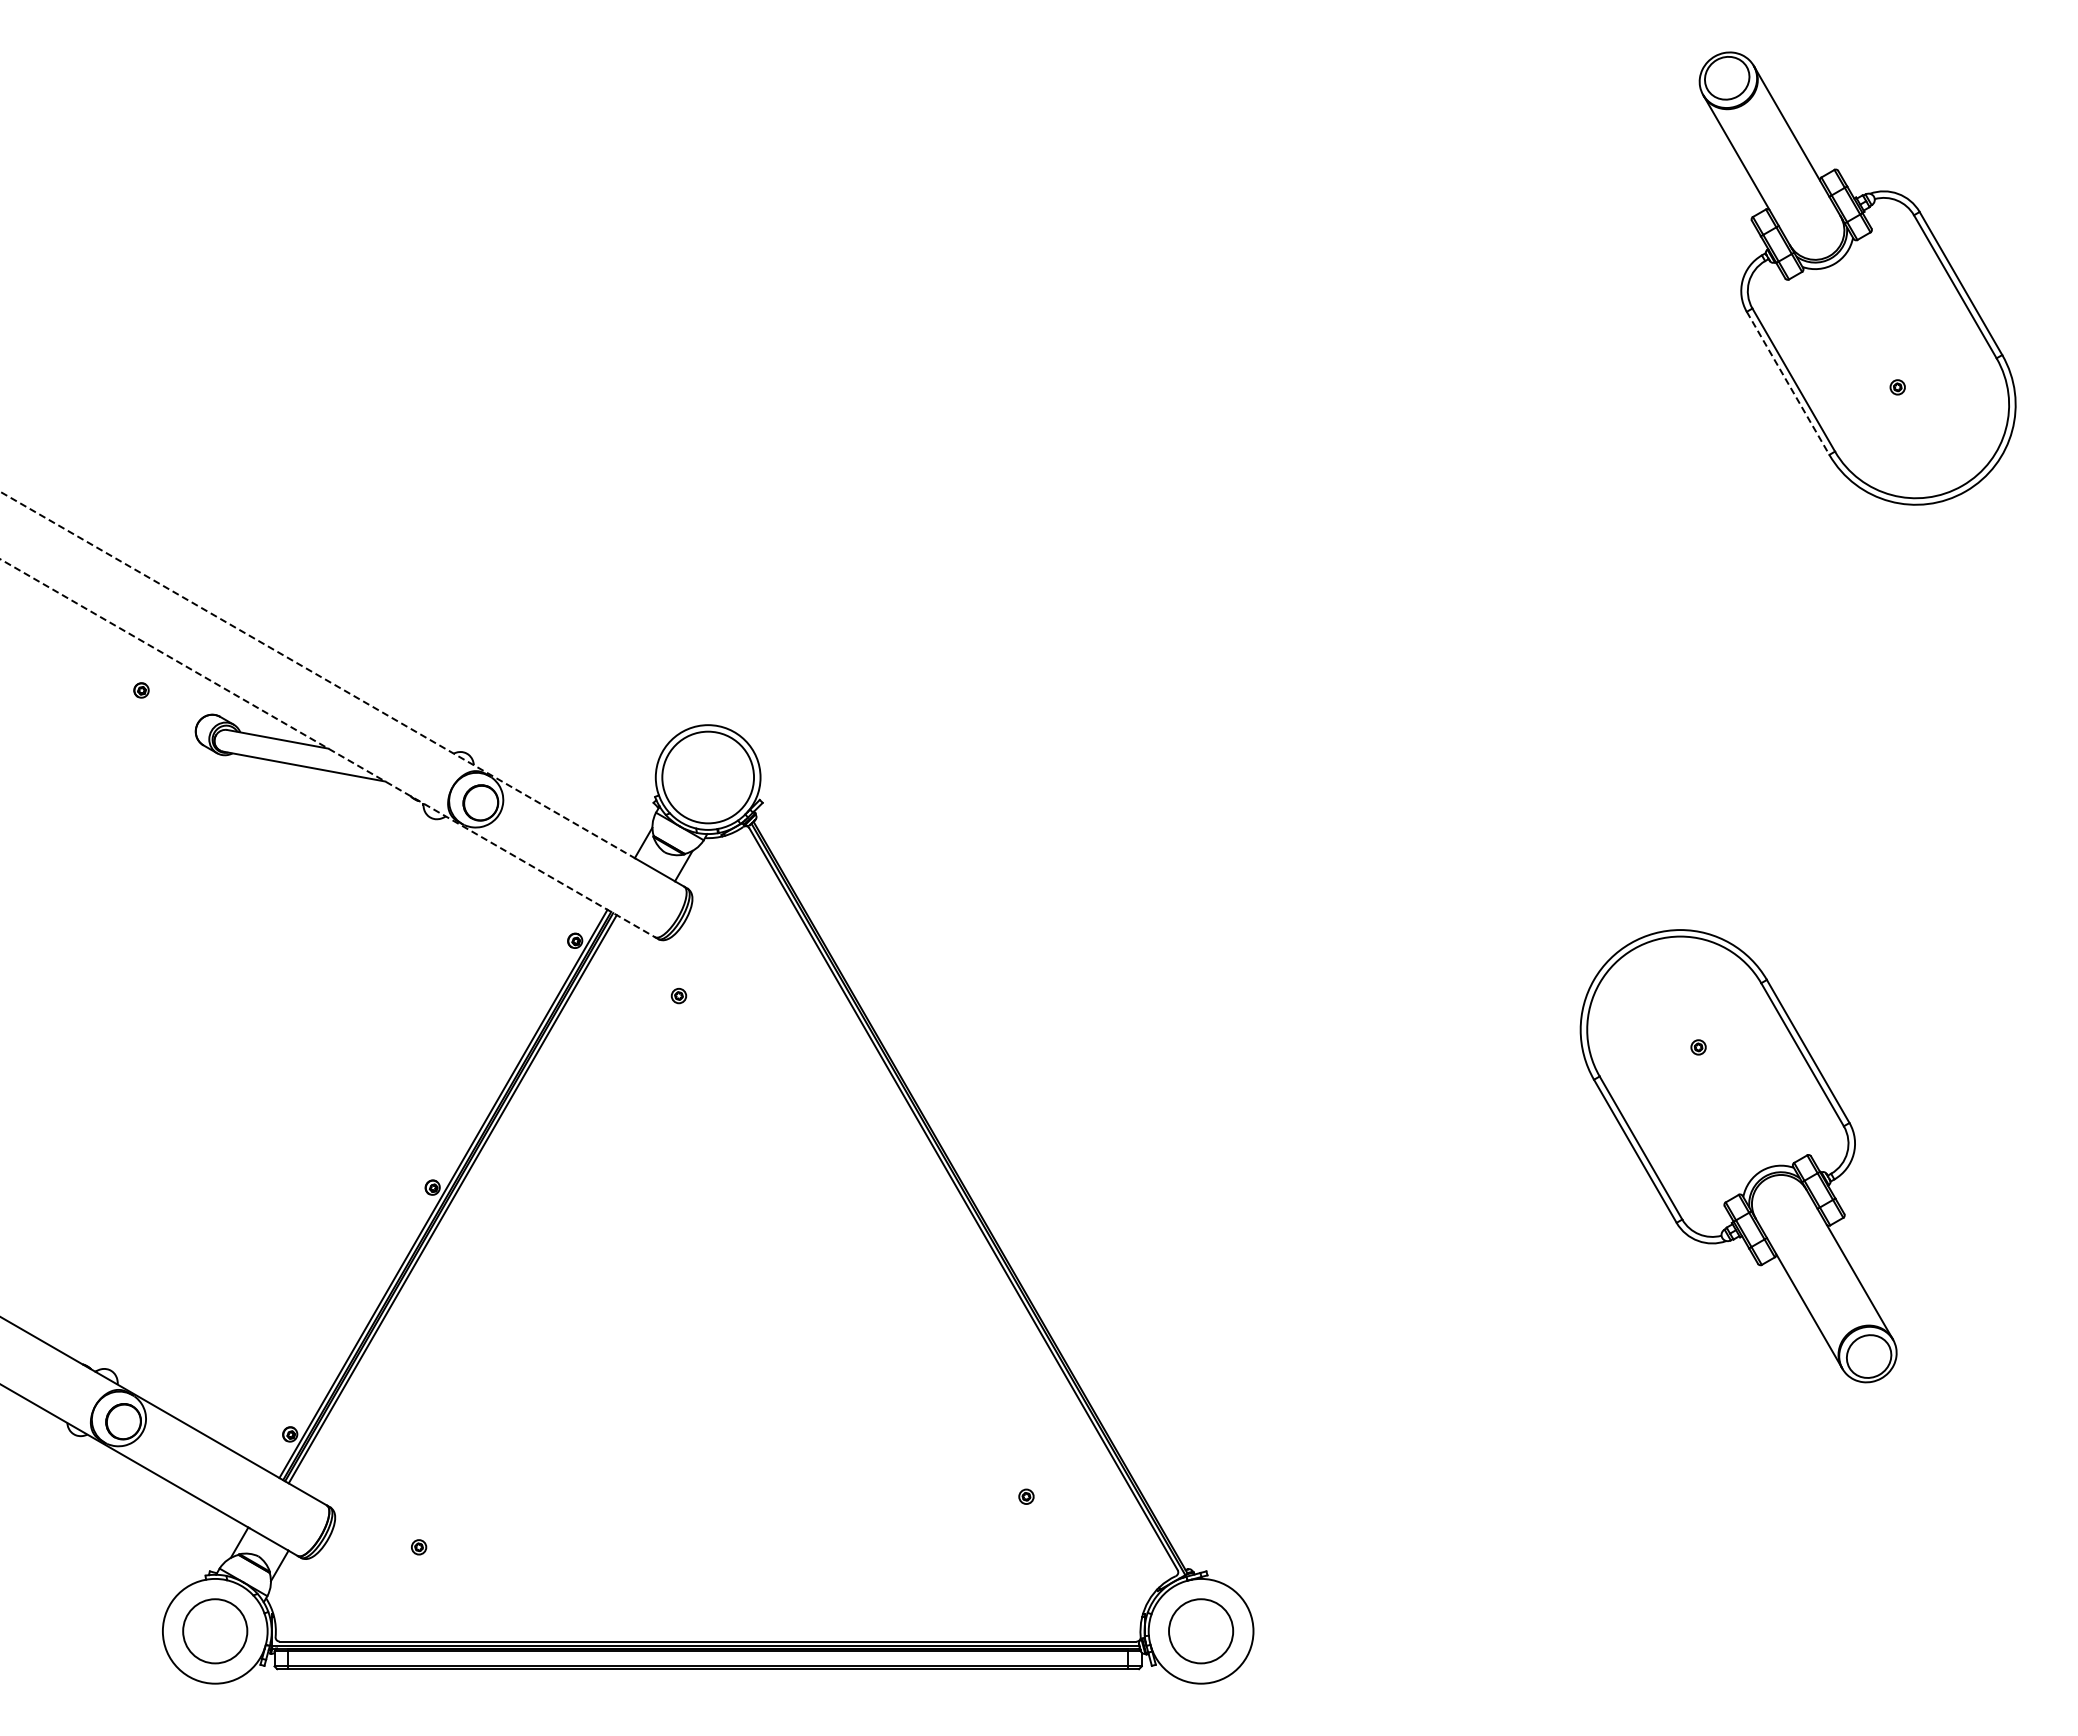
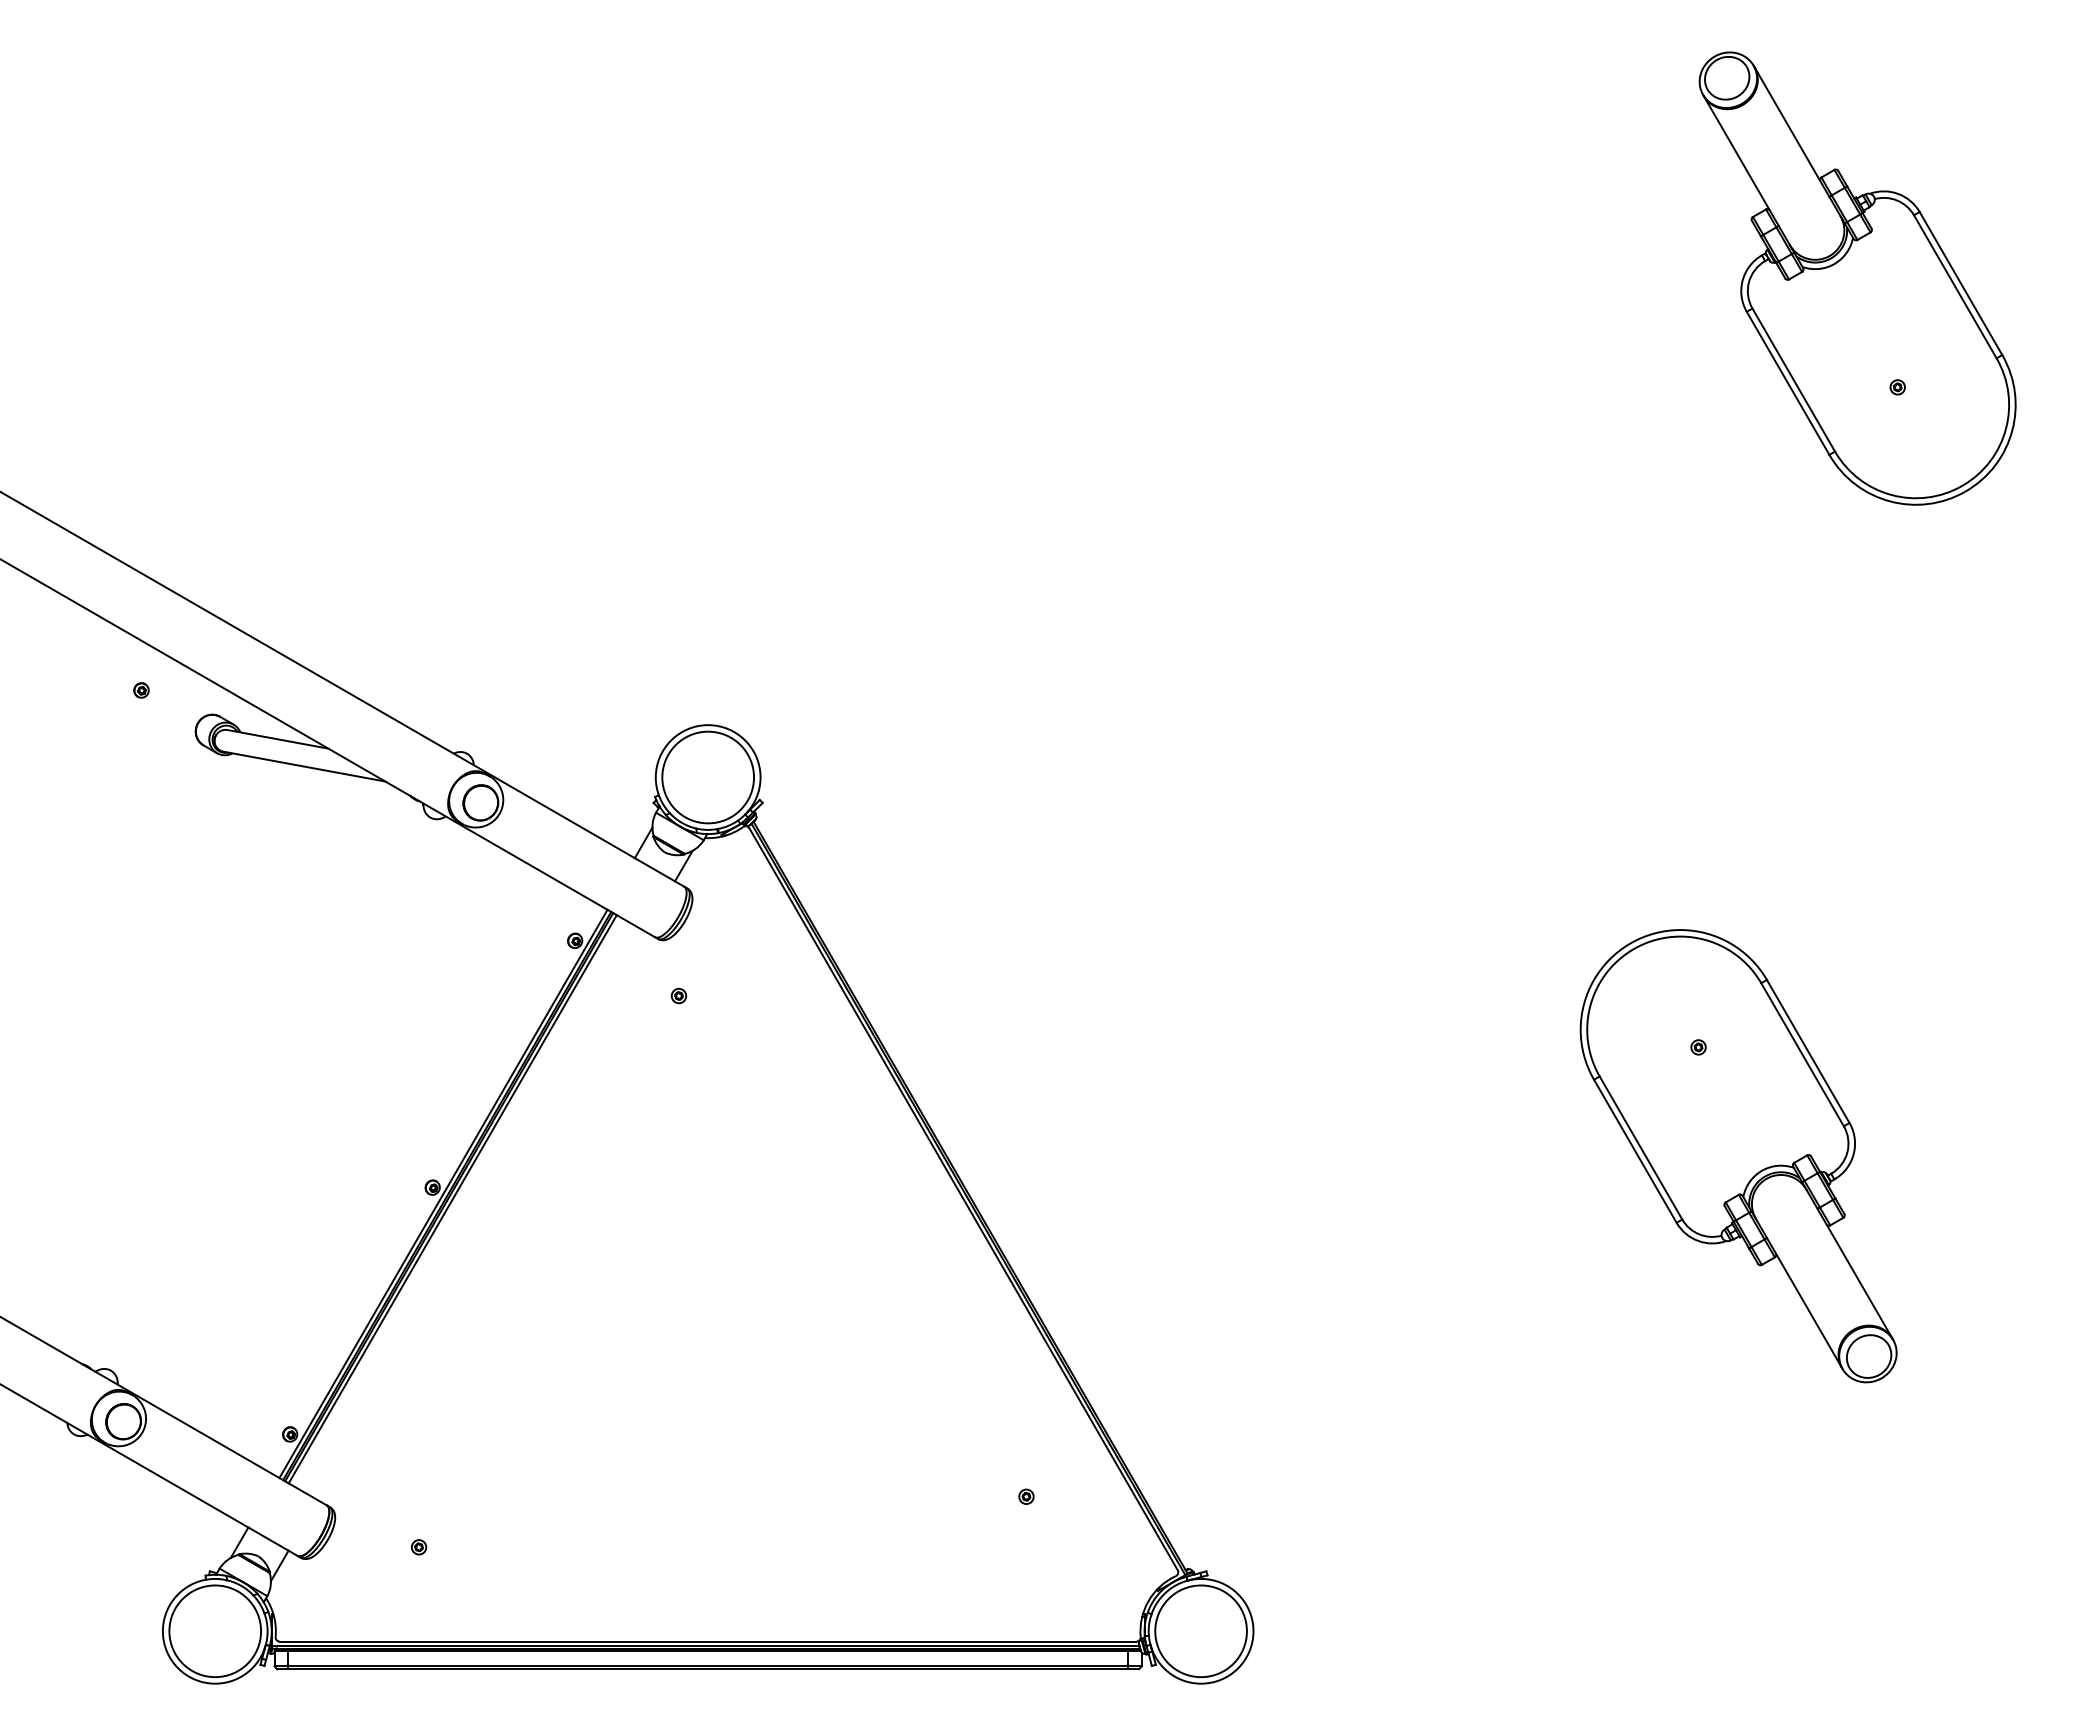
line at (1788, 383): dashed -> solid
line at (318, 675): dashed -> solid
line at (327, 748): dashed -> solid
circle at (215, 1631) diameter: 64 px -> 92 px
circle at (1201, 1631) diameter: 64 px -> 92 px
